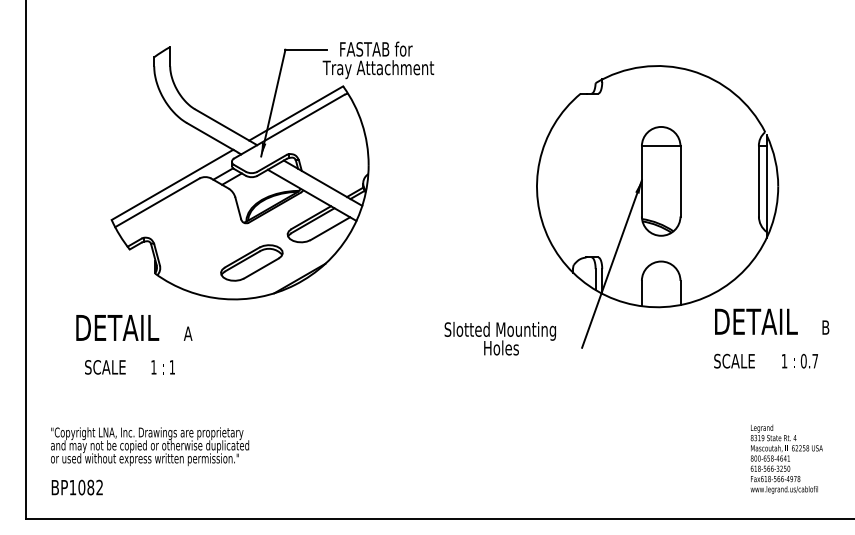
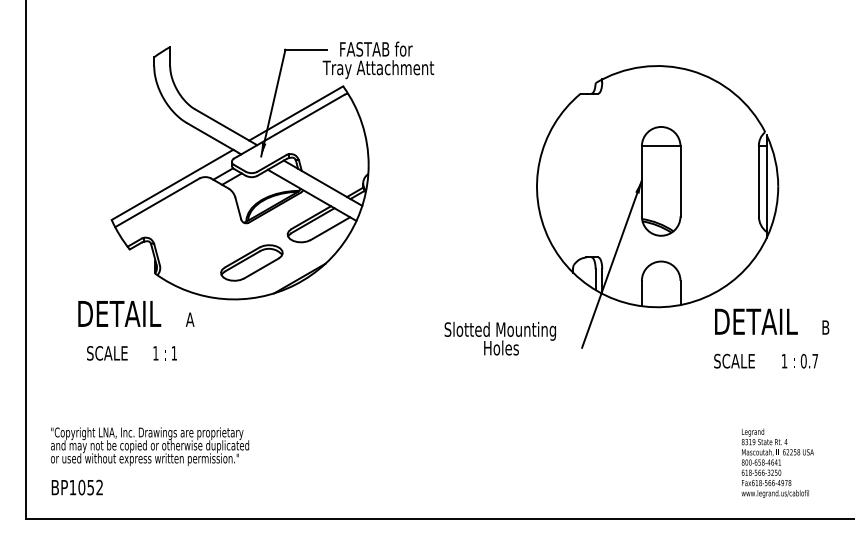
text at (134, 344) position: (134, 344) -> (136, 330)
text at (786, 458) position: (786, 458) -> (777, 462)
text at (90, 487): BP1082 -> BP1052
